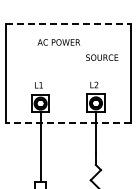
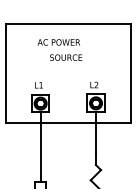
line at (68, 23): dashed -> solid
text at (102, 57) position: (102, 57) -> (66, 57)
line at (68, 123): dashed -> solid
